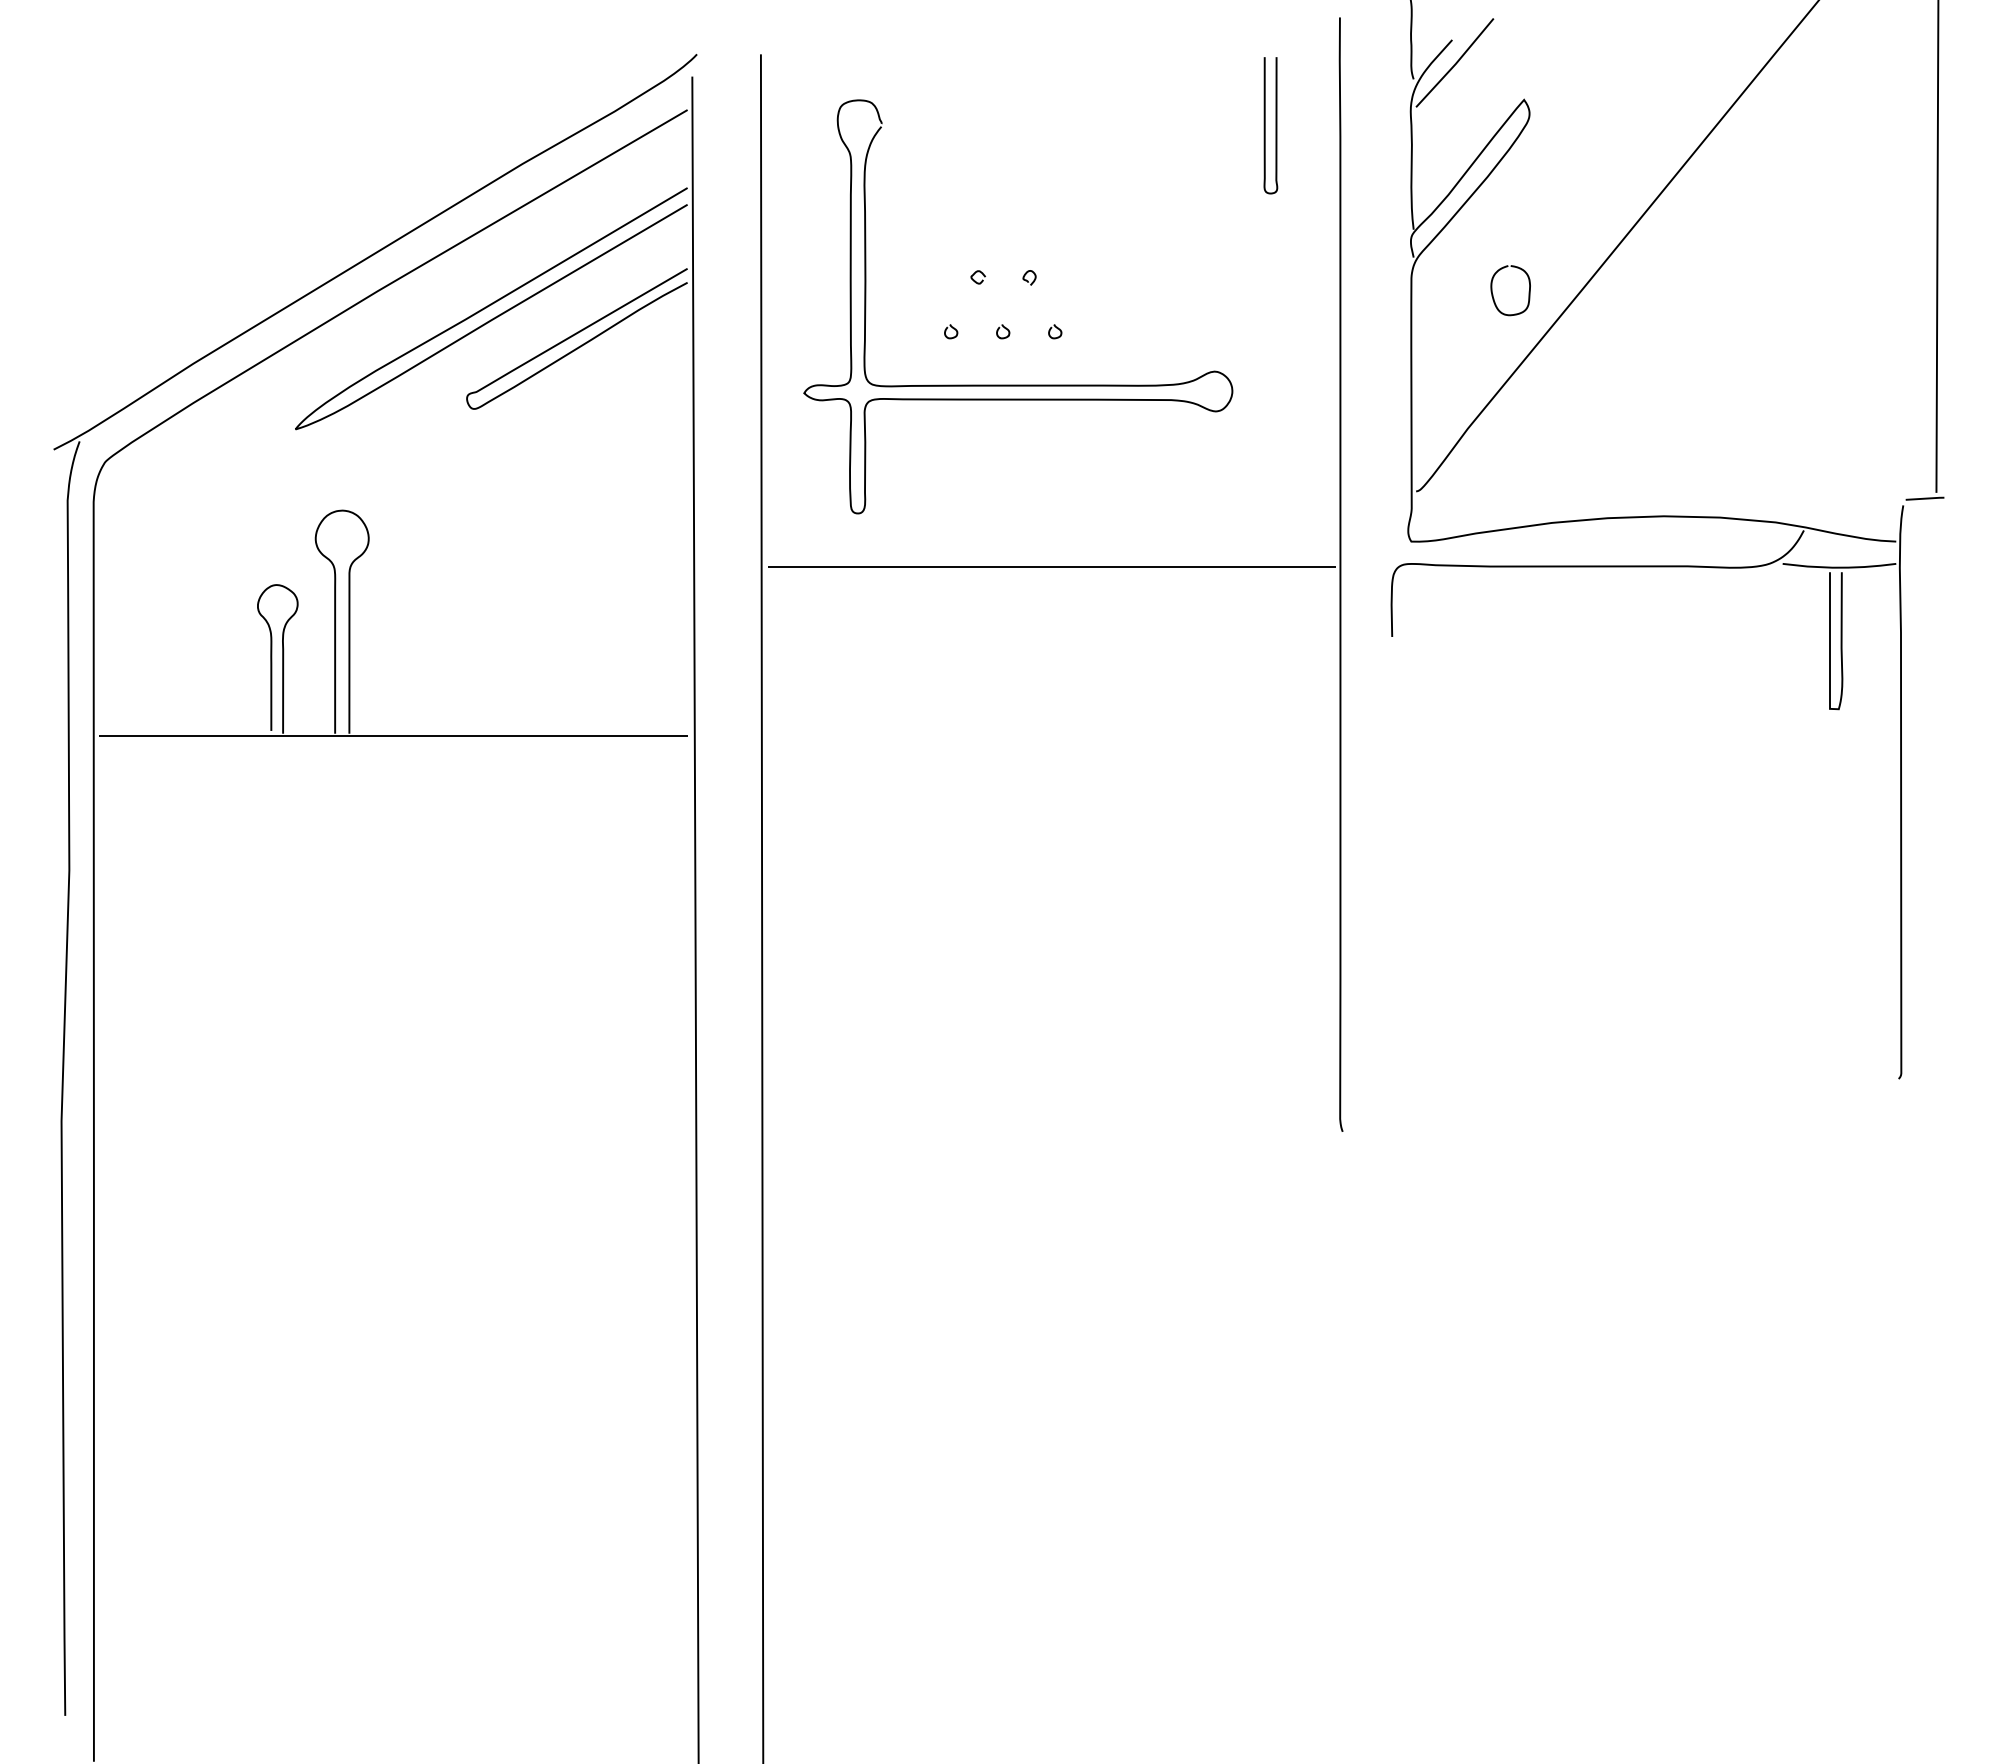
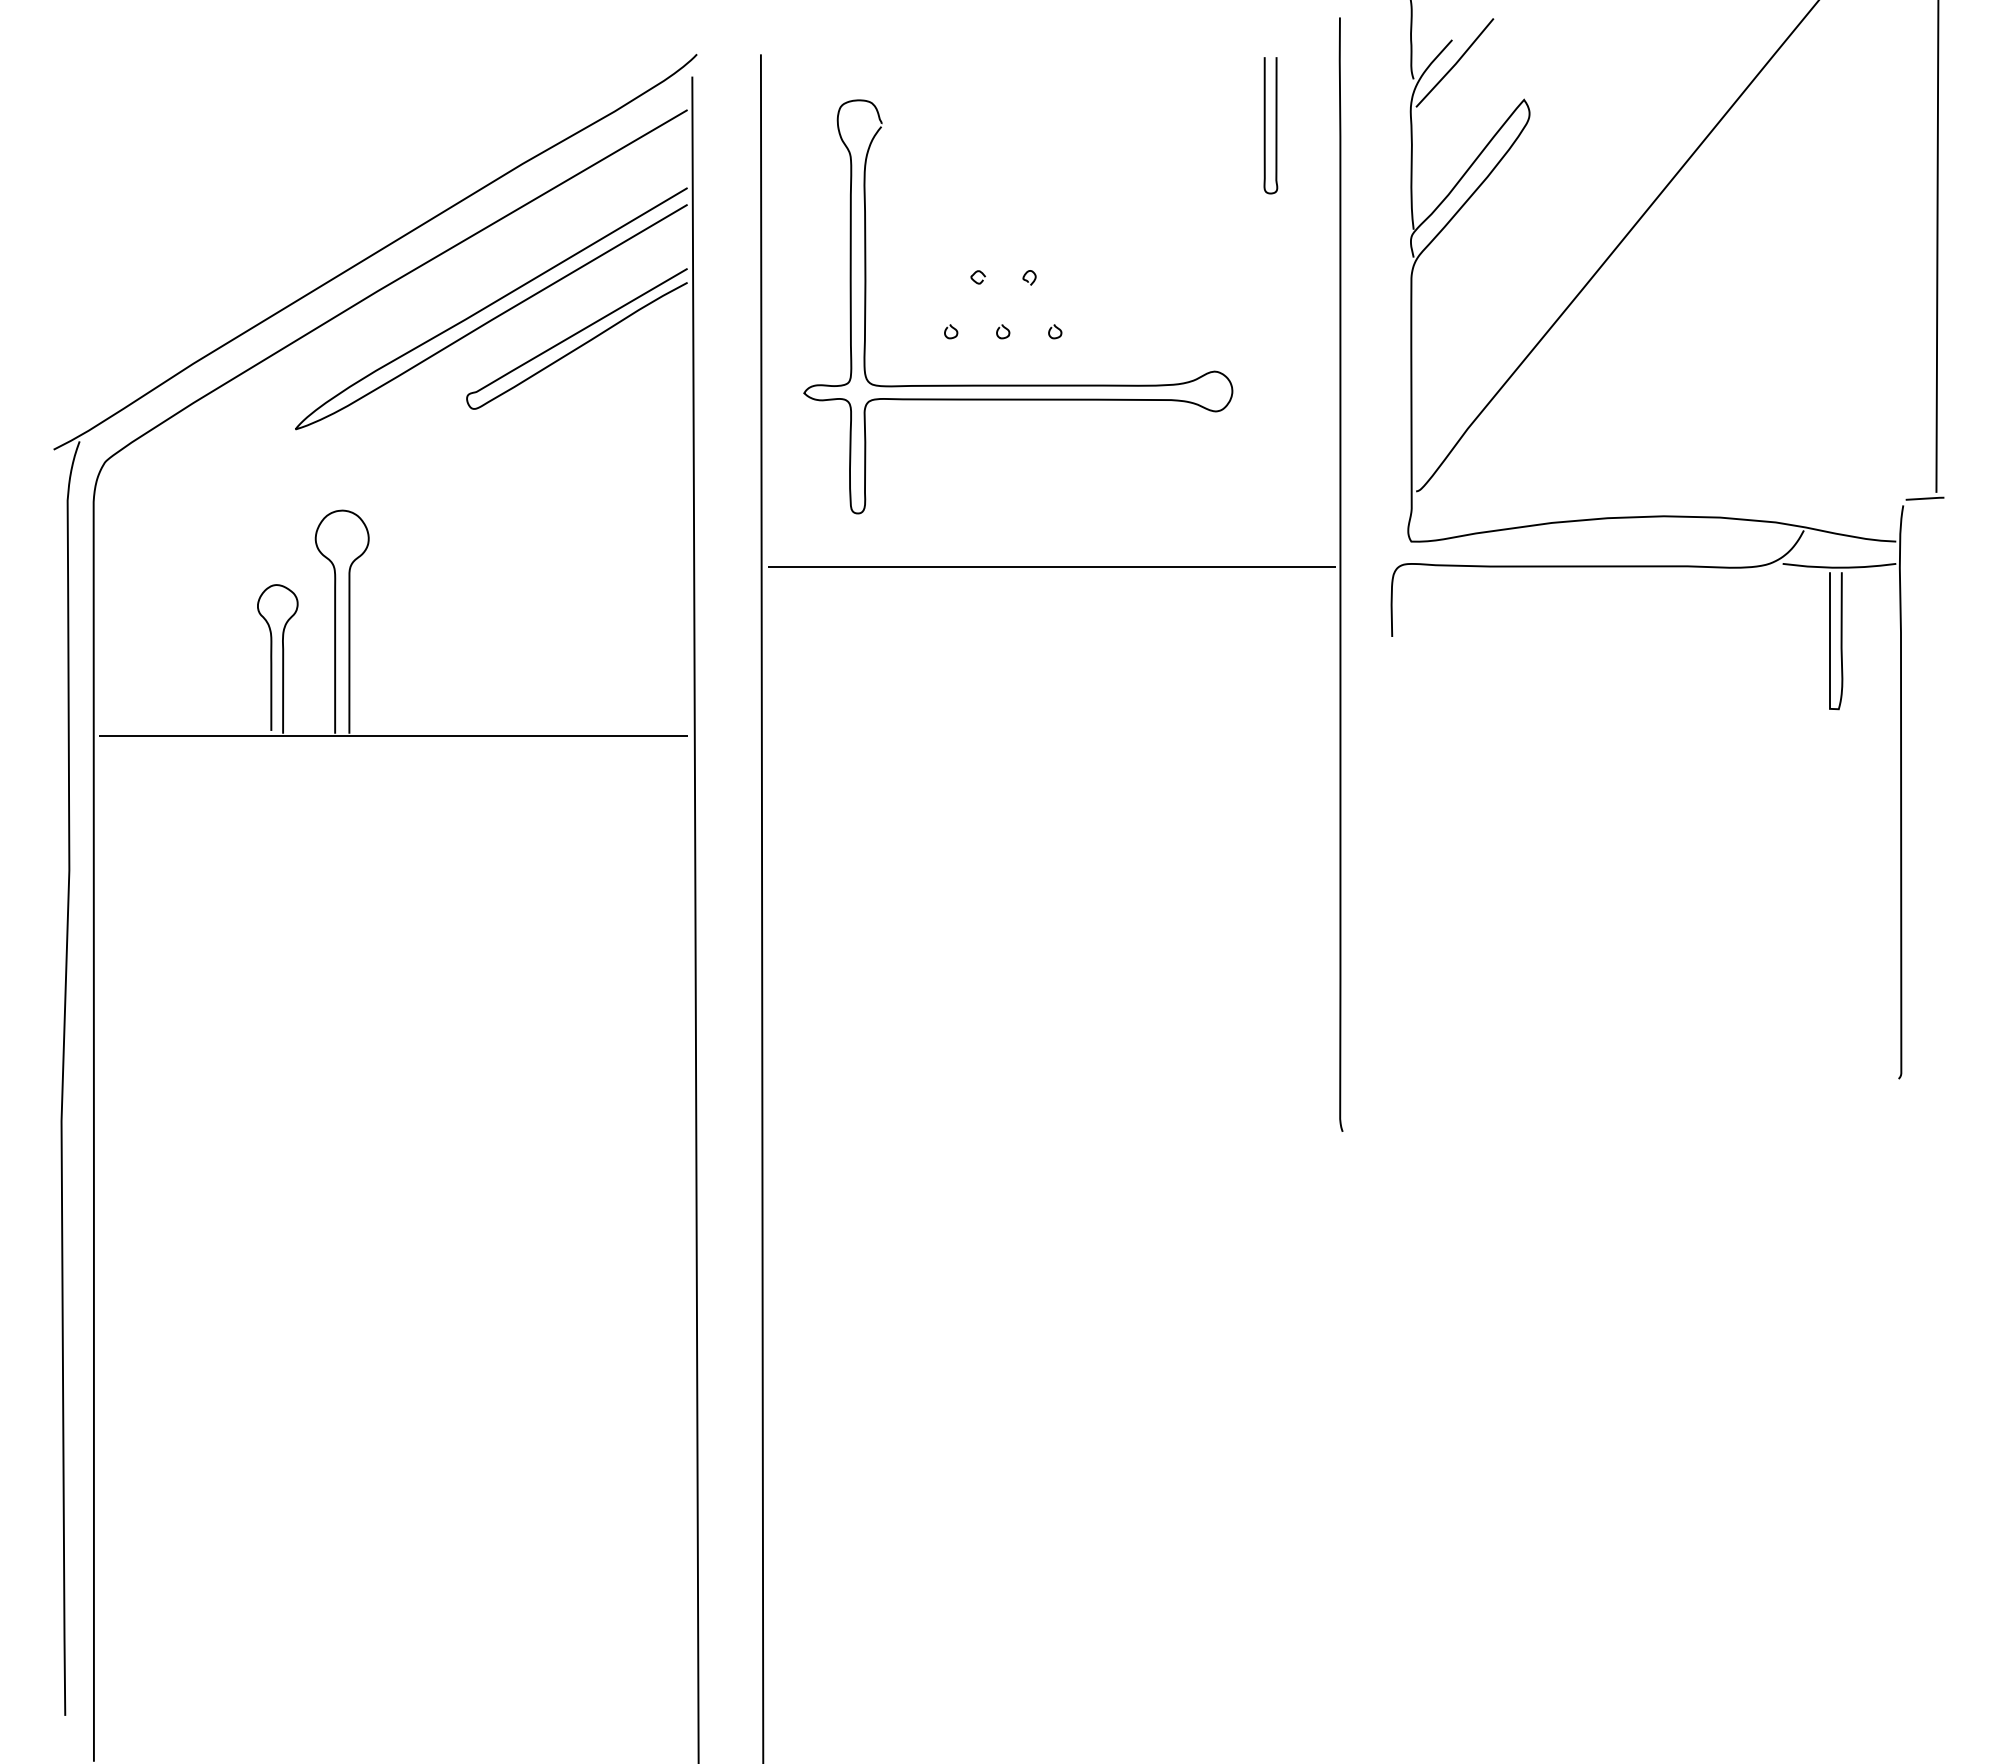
curve at (1493, 294): present -> none
